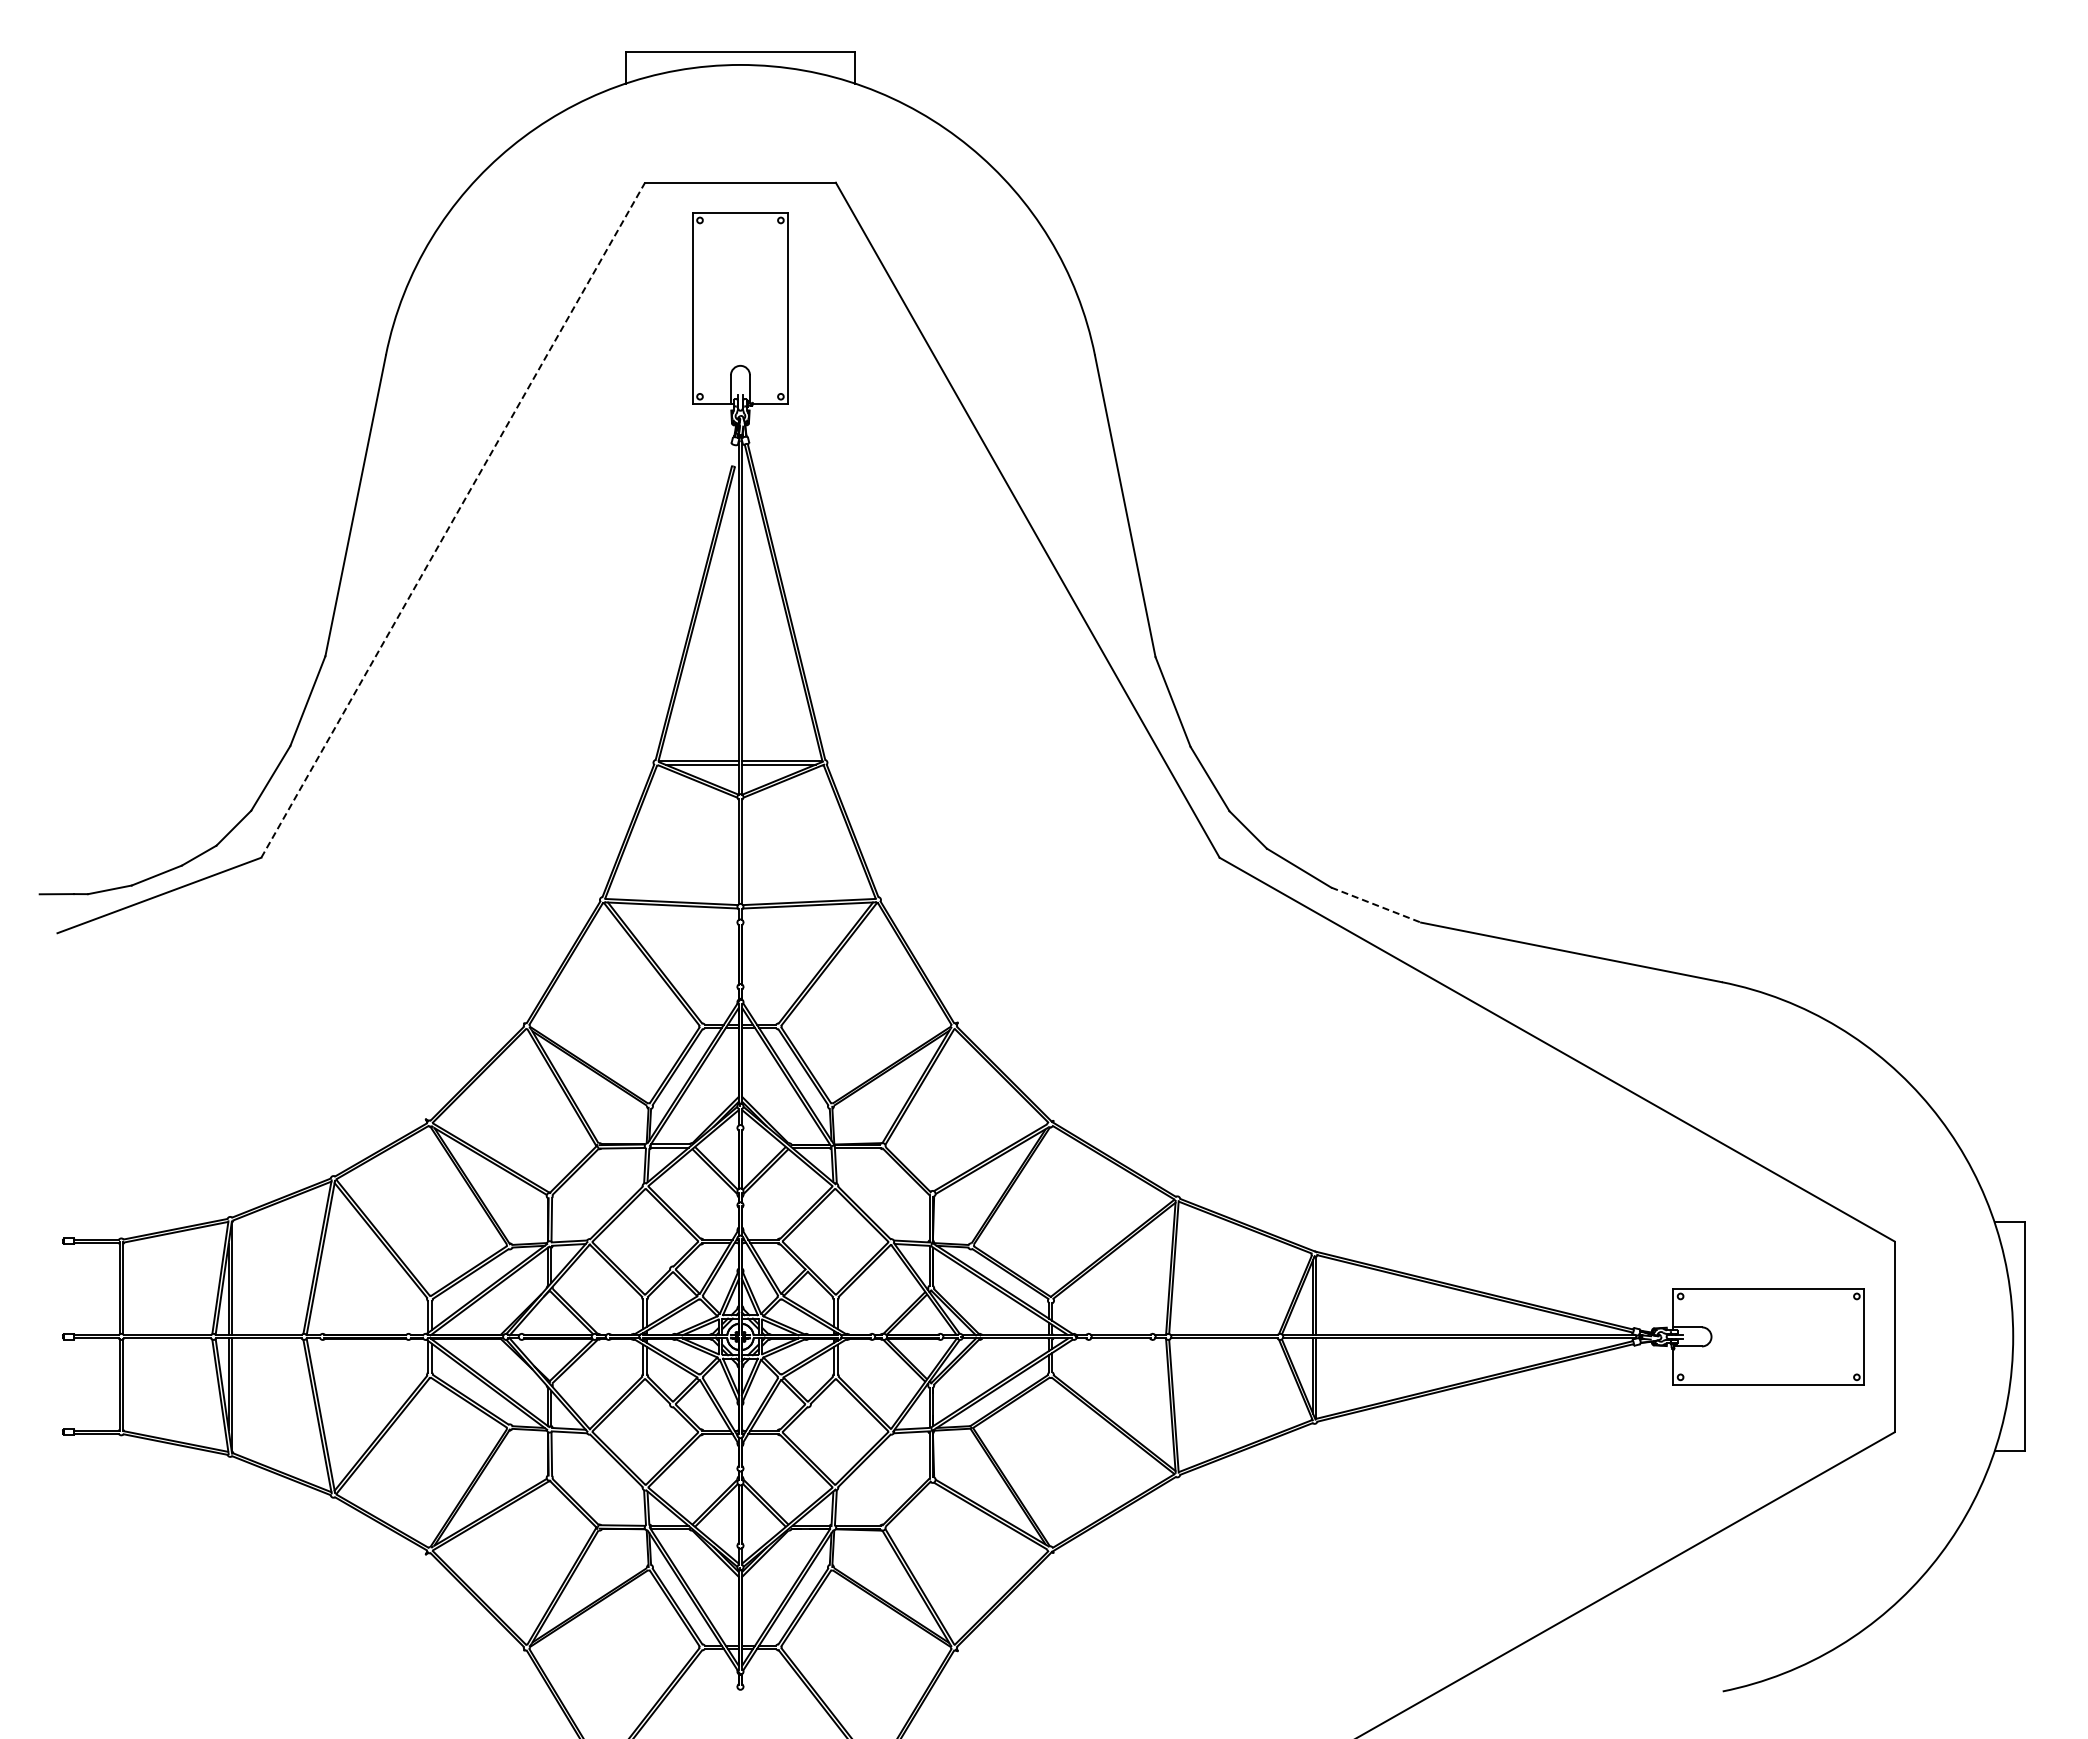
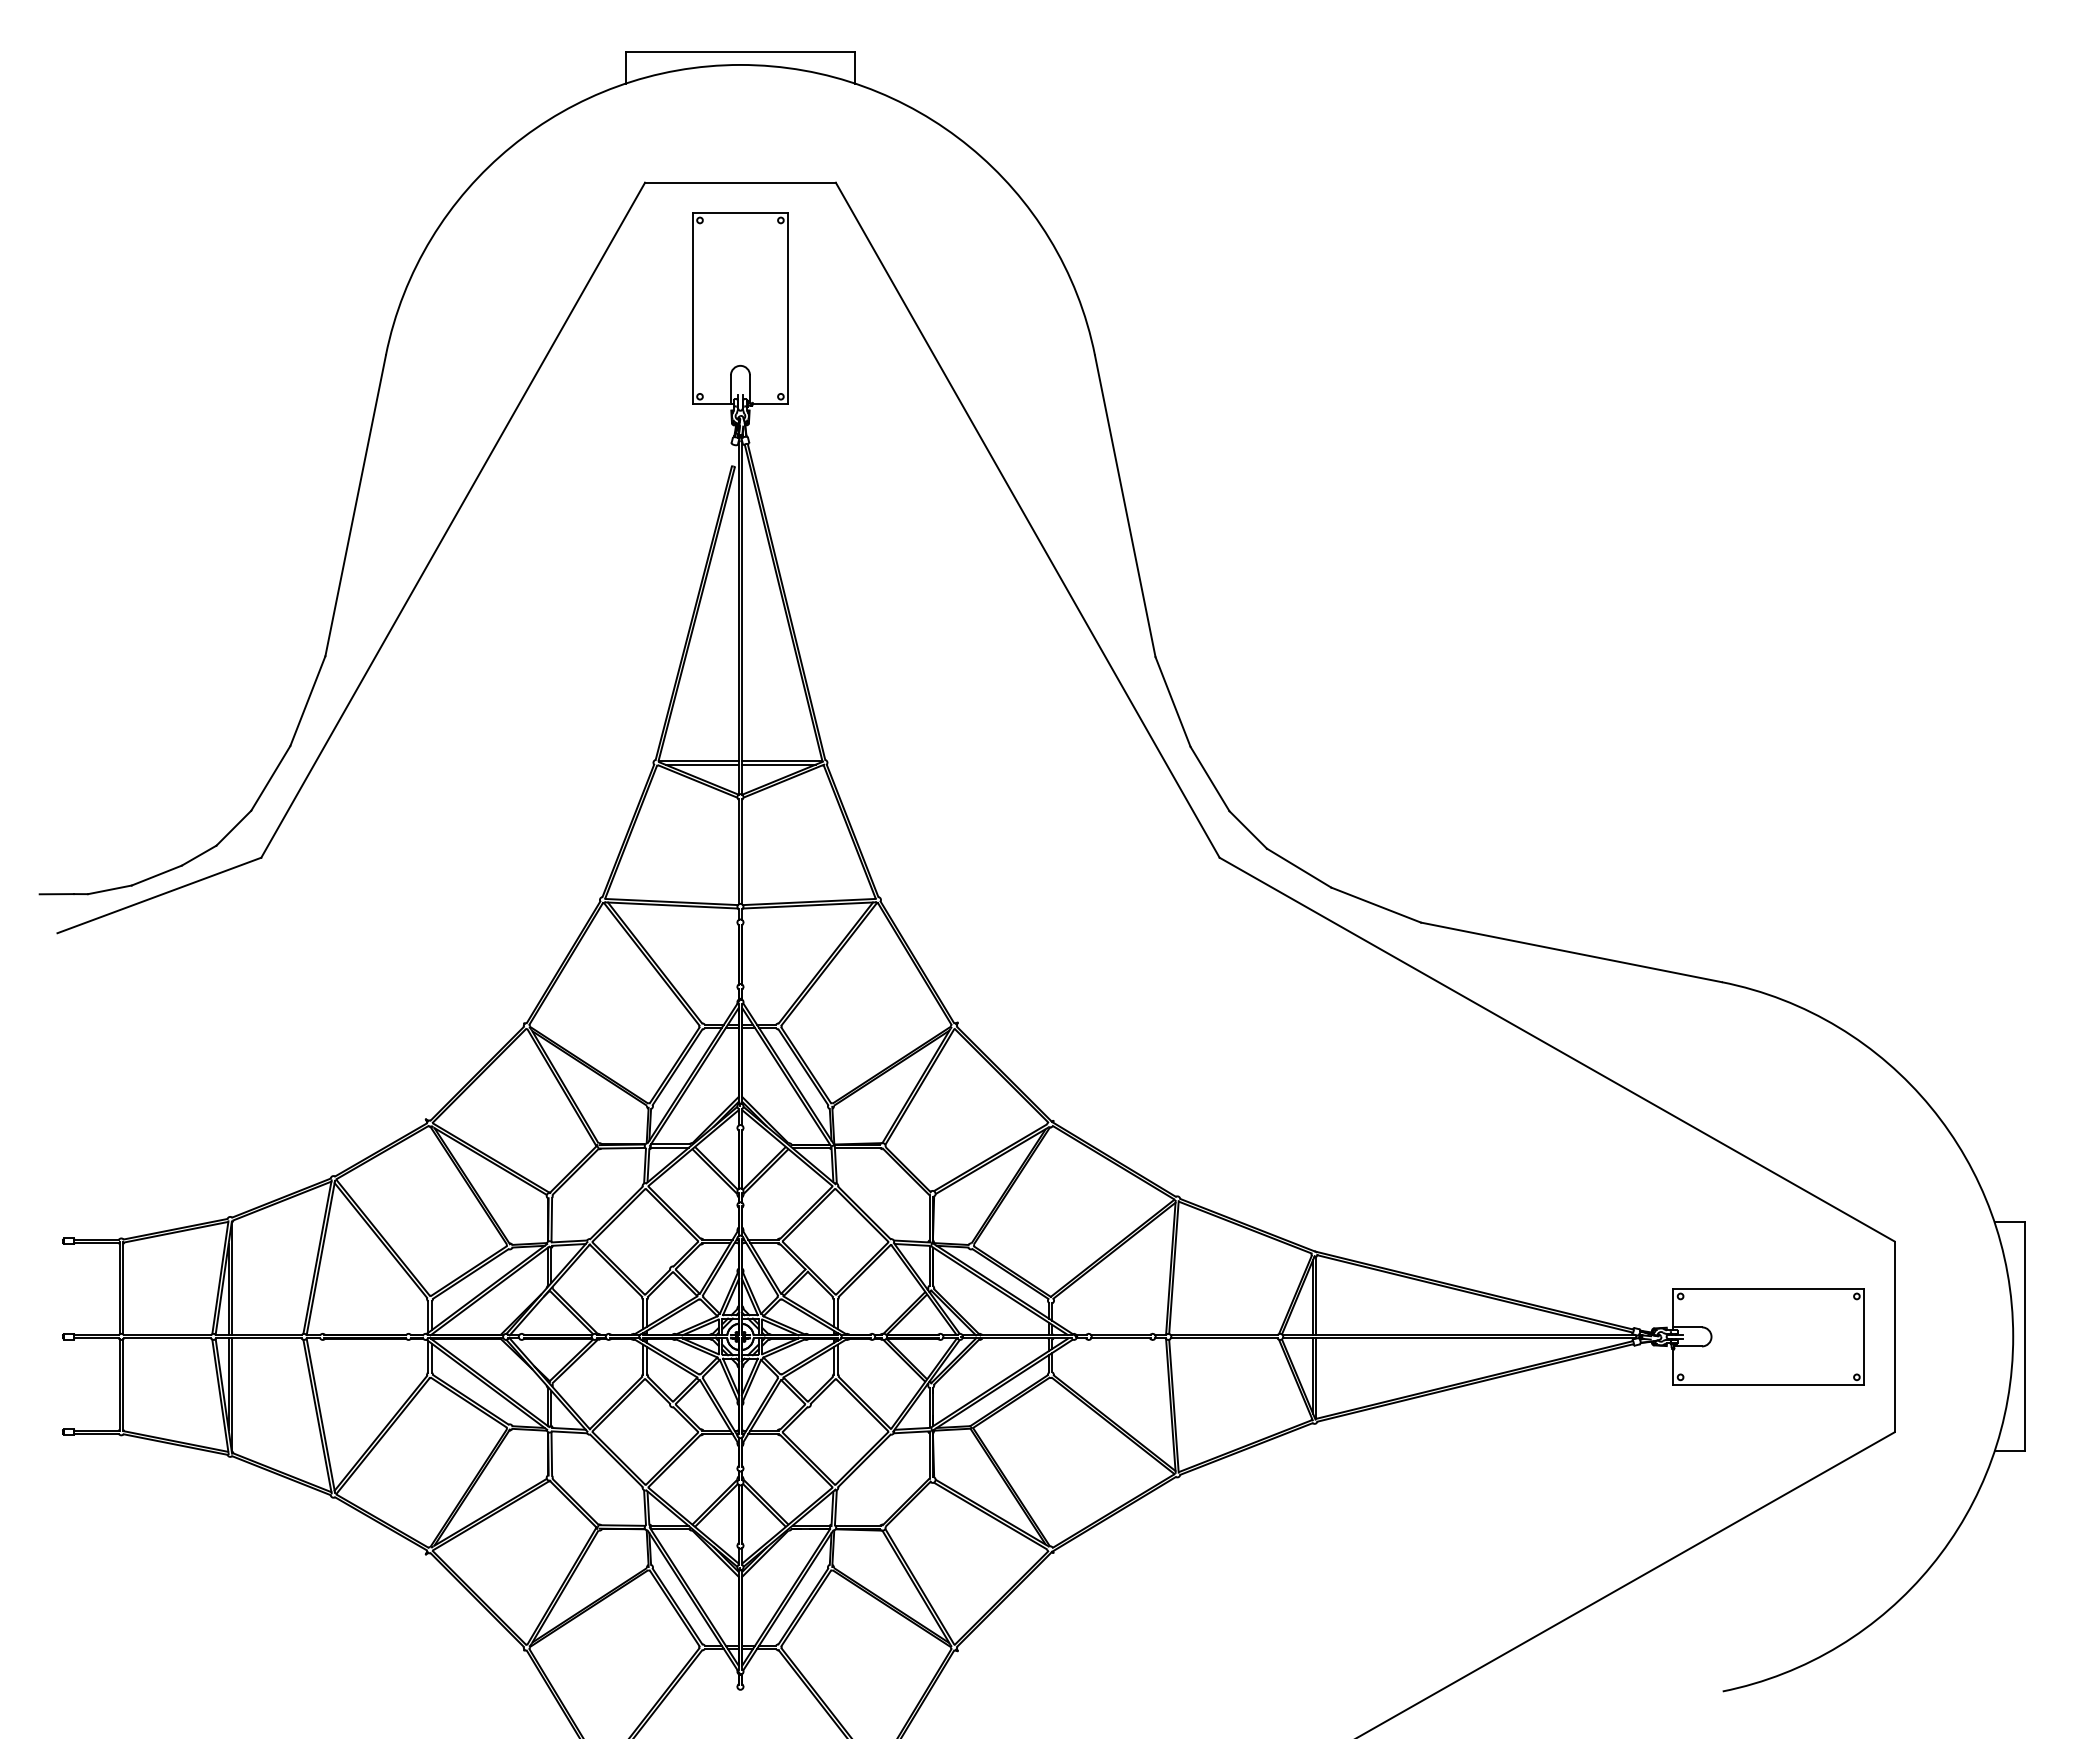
line at (453, 519): dashed -> solid
line at (1376, 905): dashed -> solid
